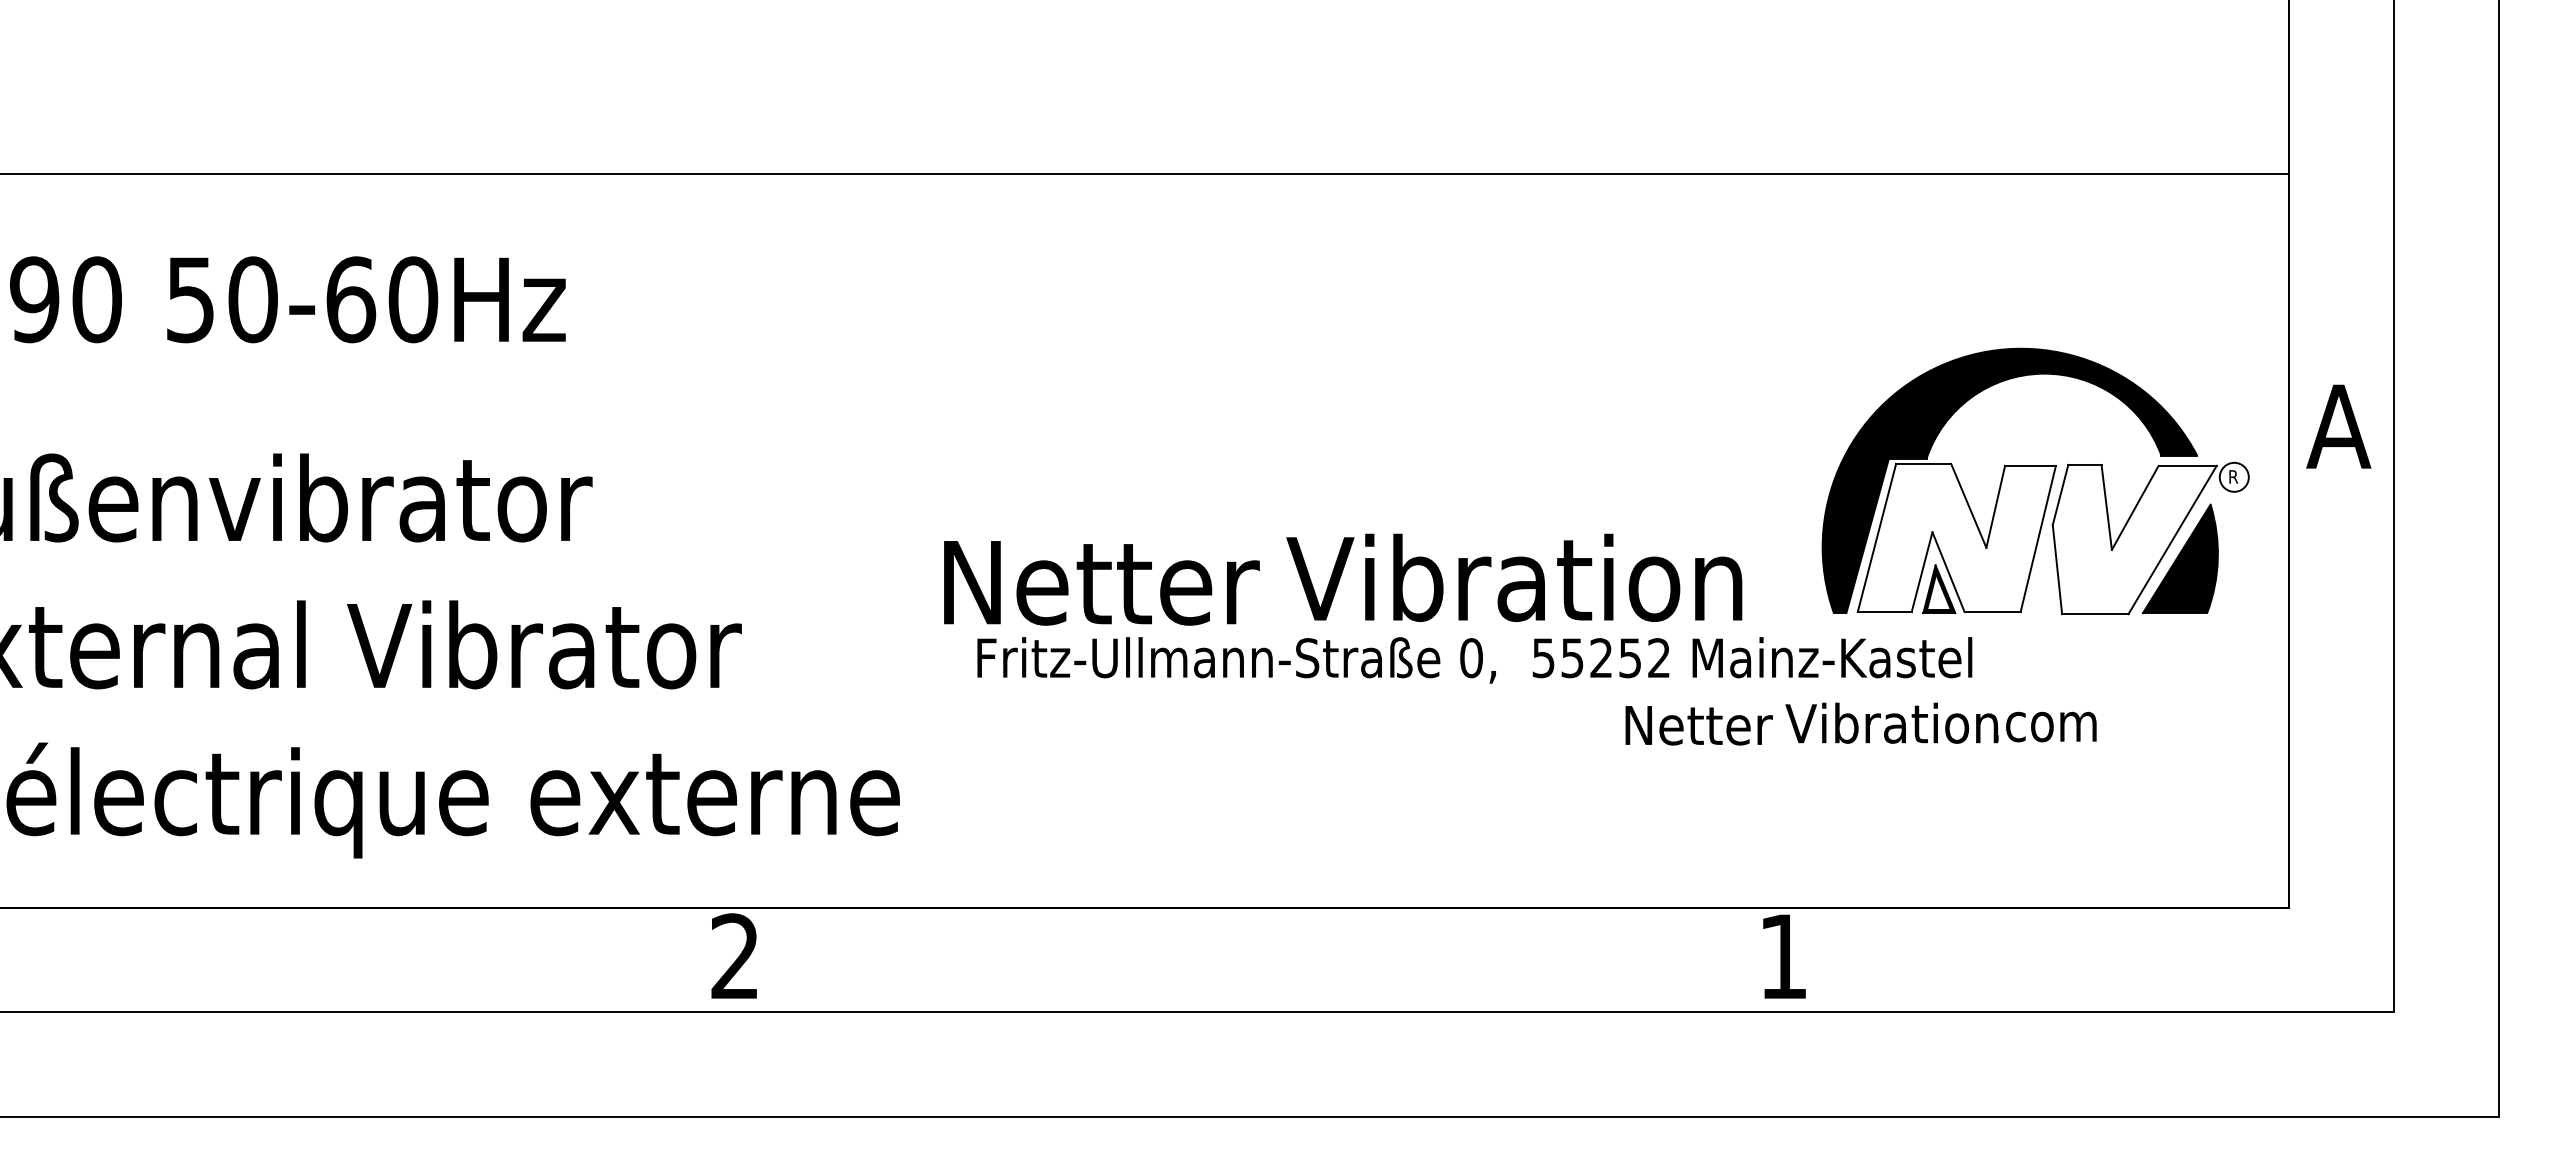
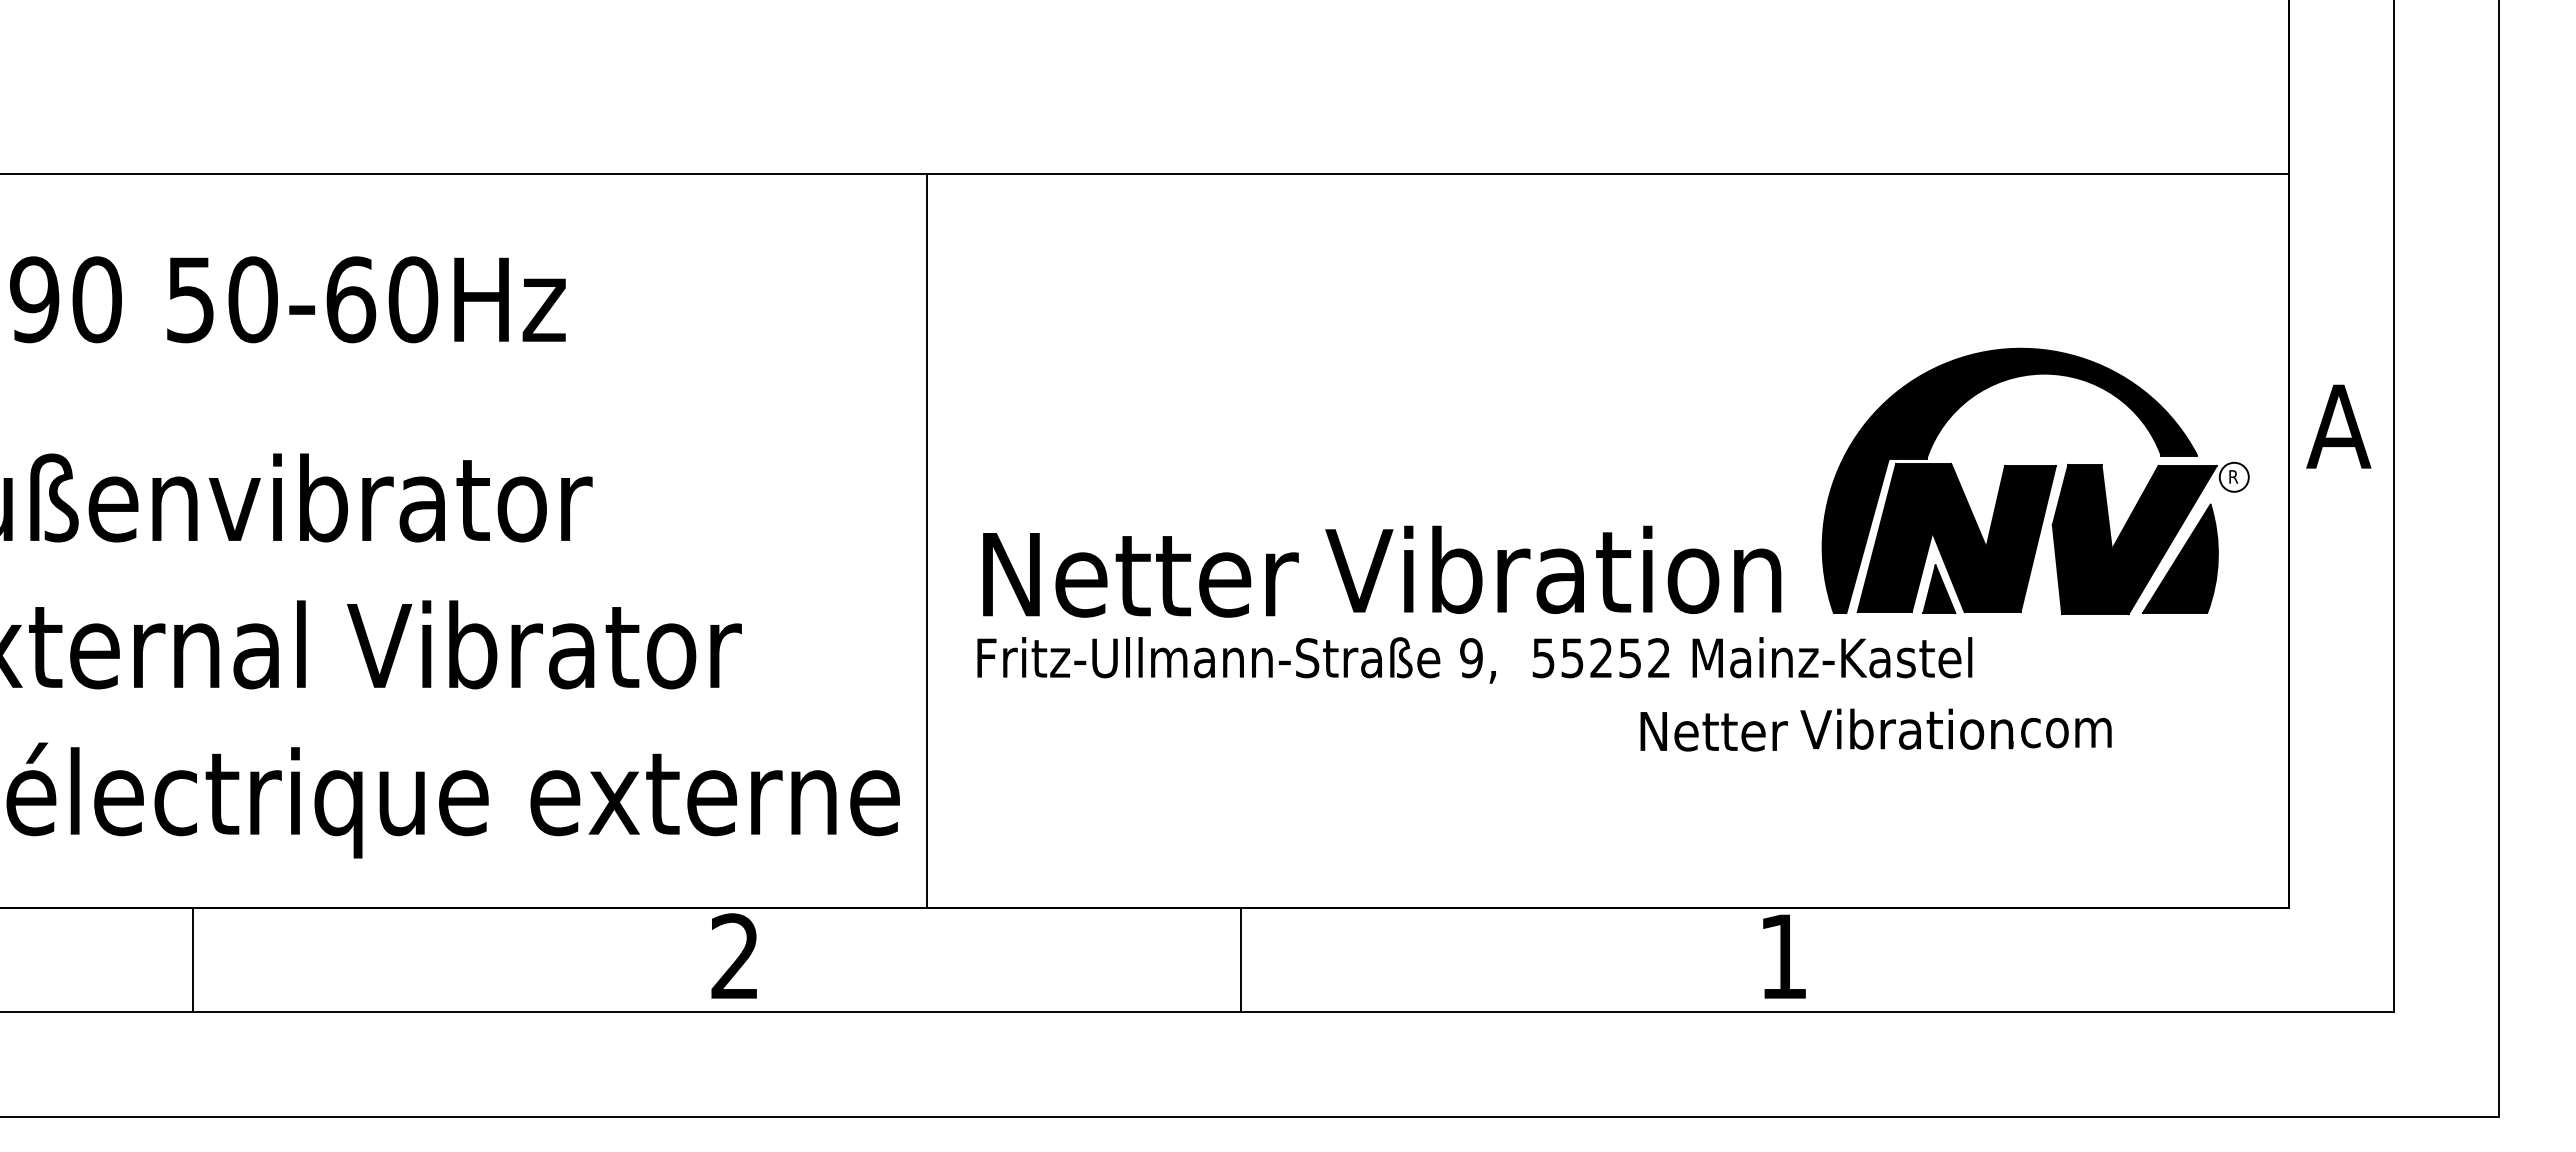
fill at (1956, 537): none -> present
fill at (2134, 539): none -> present
line at (926, 540): none -> present
text at (1343, 579) position: (1343, 579) -> (1382, 571)
fill at (1938, 592): none -> present
text at (1471, 658): 0, -> 9,
text at (1860, 723) position: (1860, 723) -> (1875, 729)
line at (192, 959): none -> present
line at (1240, 959): none -> present
